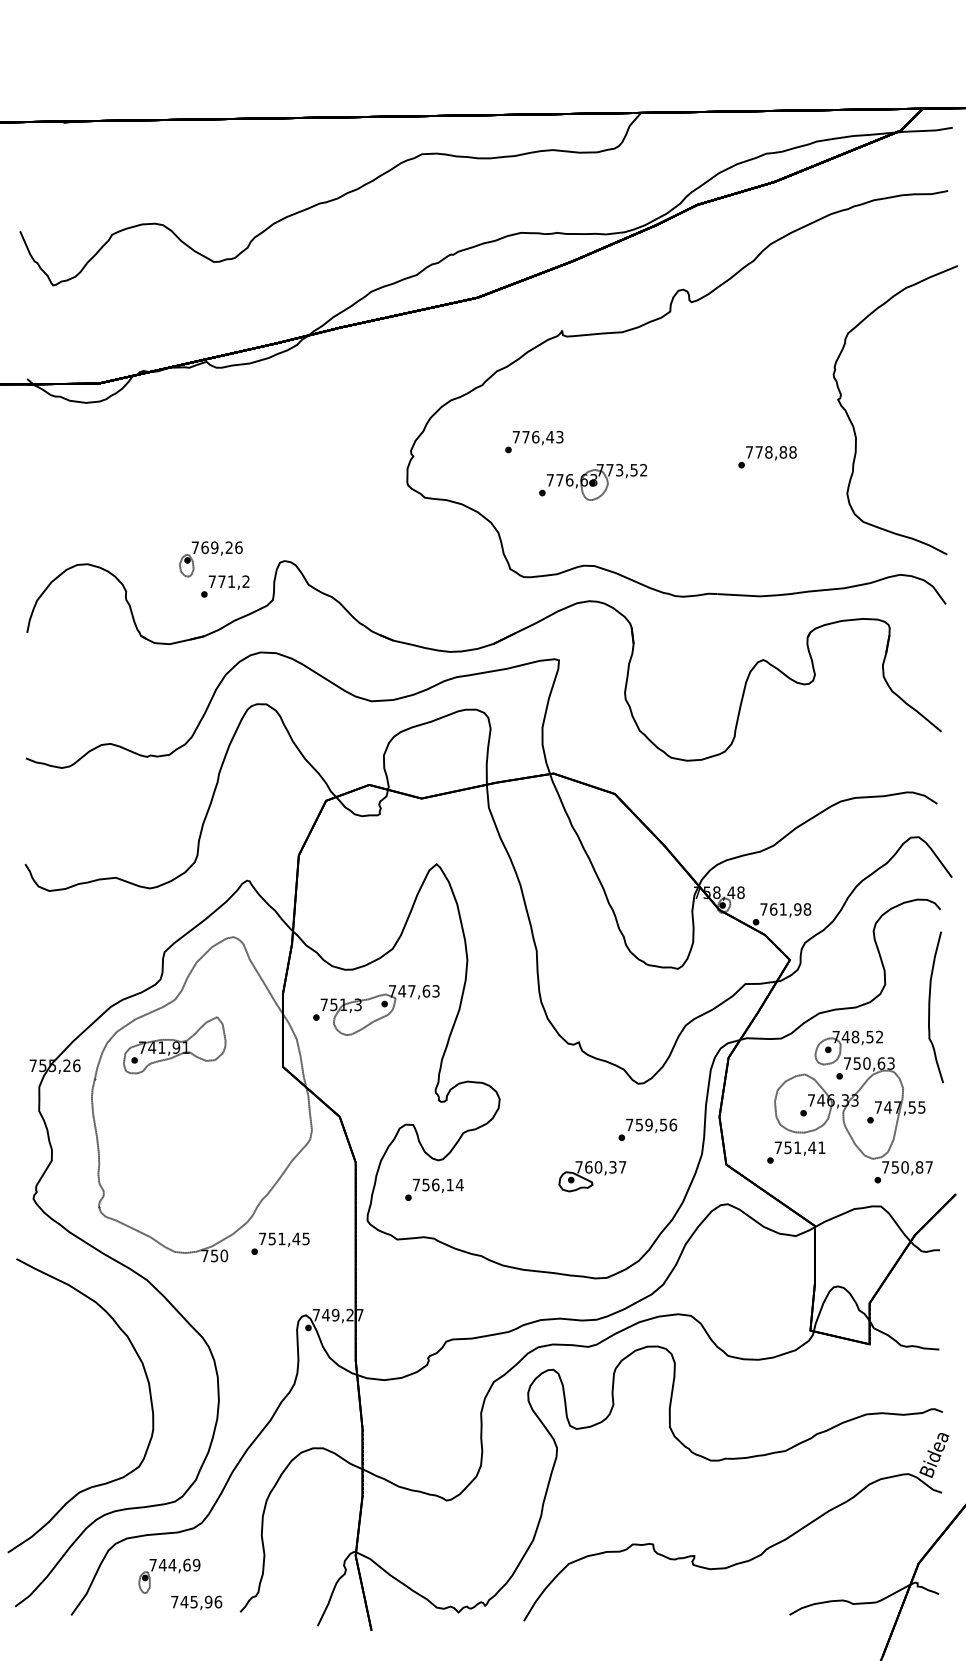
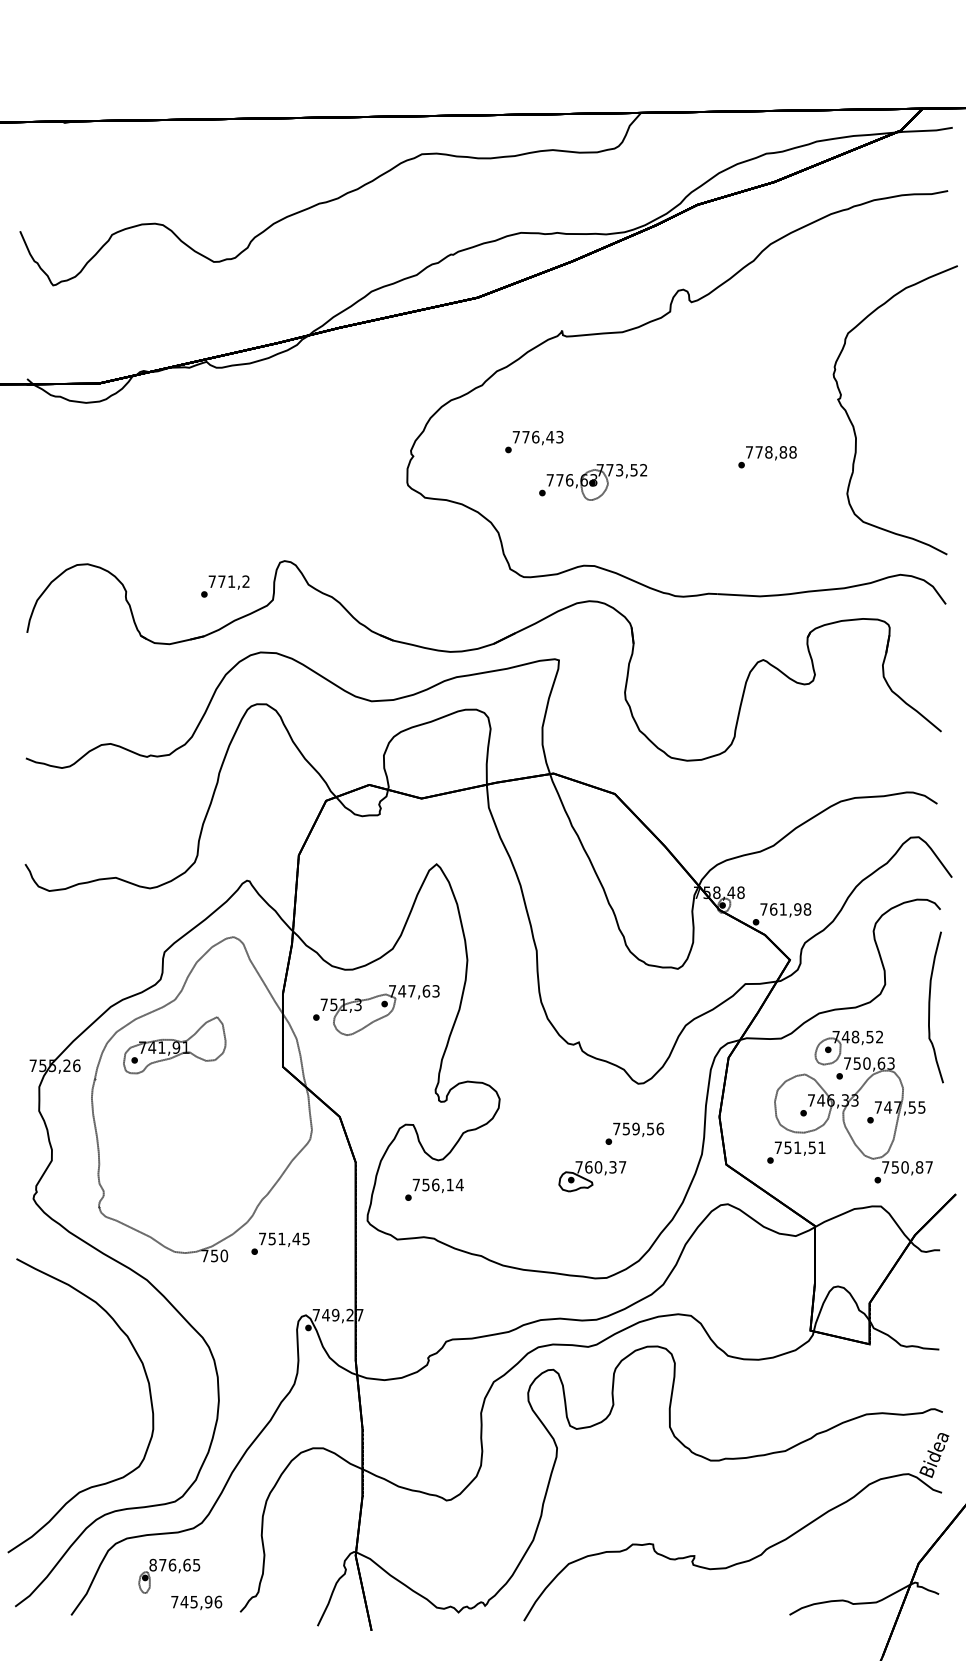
part at (211, 553): present -> none
text at (647, 1129) position: (647, 1129) -> (634, 1133)
text at (812, 1147): 751,41 -> 751,51
text at (174, 1564): 744,69 -> 876,65
